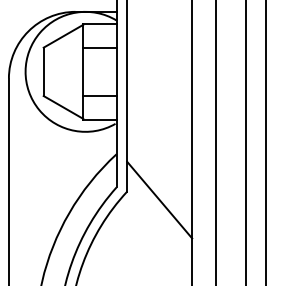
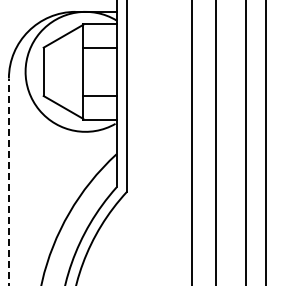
line at (8, 181): solid -> dashed
line at (159, 199): present -> none
